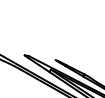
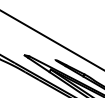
line at (51, 40): none -> present
